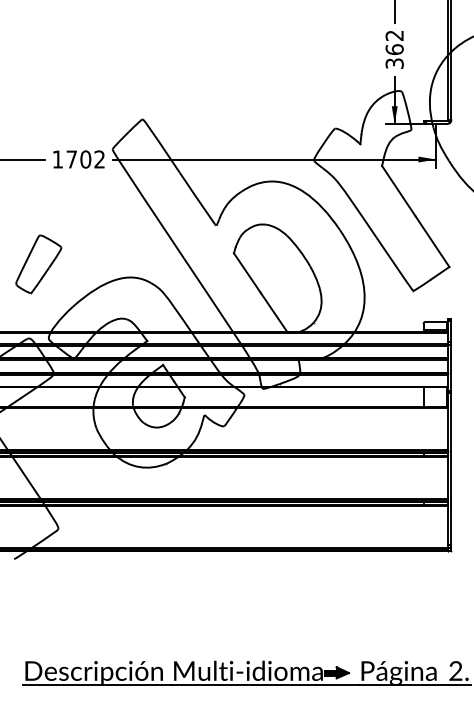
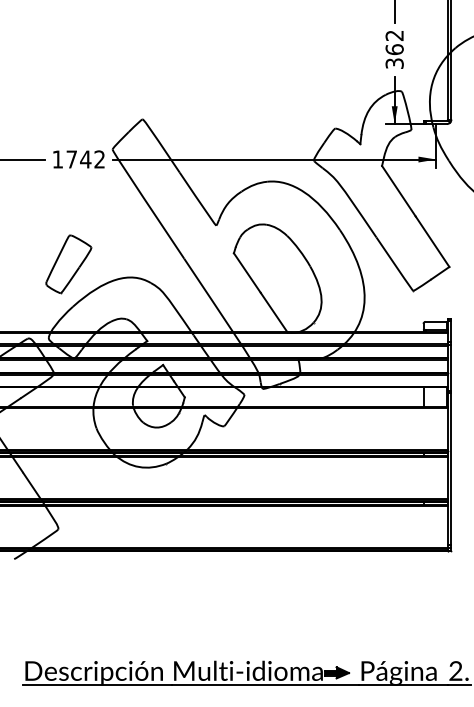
text at (85, 159): 1702 -> 1742
part at (38, 264) position: (38, 264) -> (68, 264)
